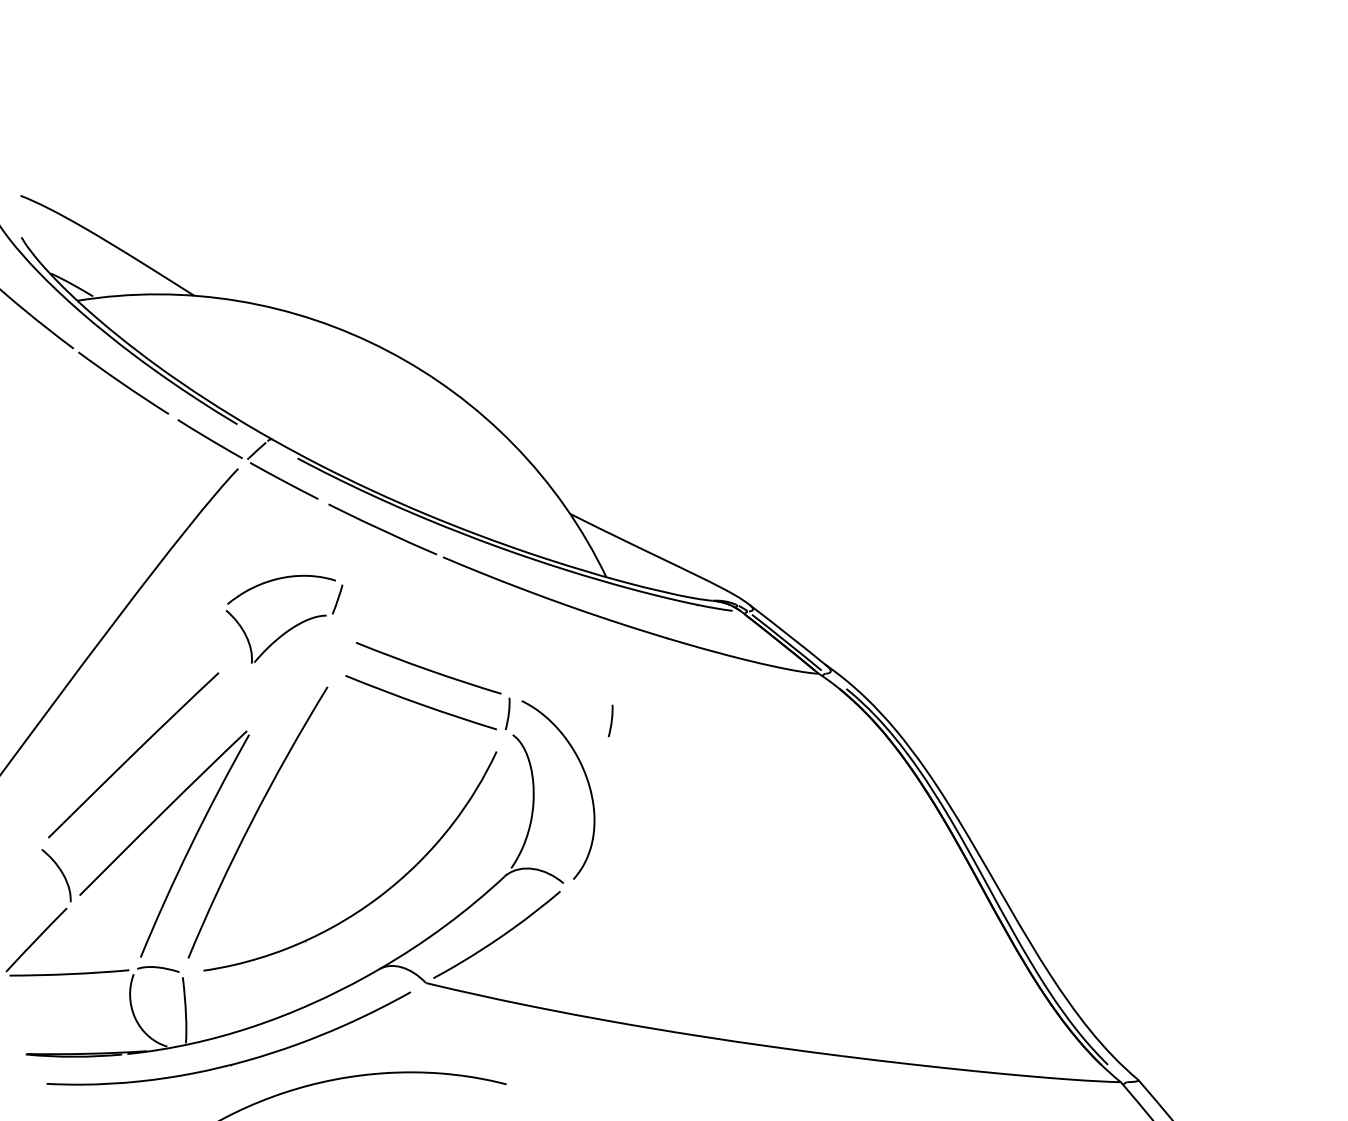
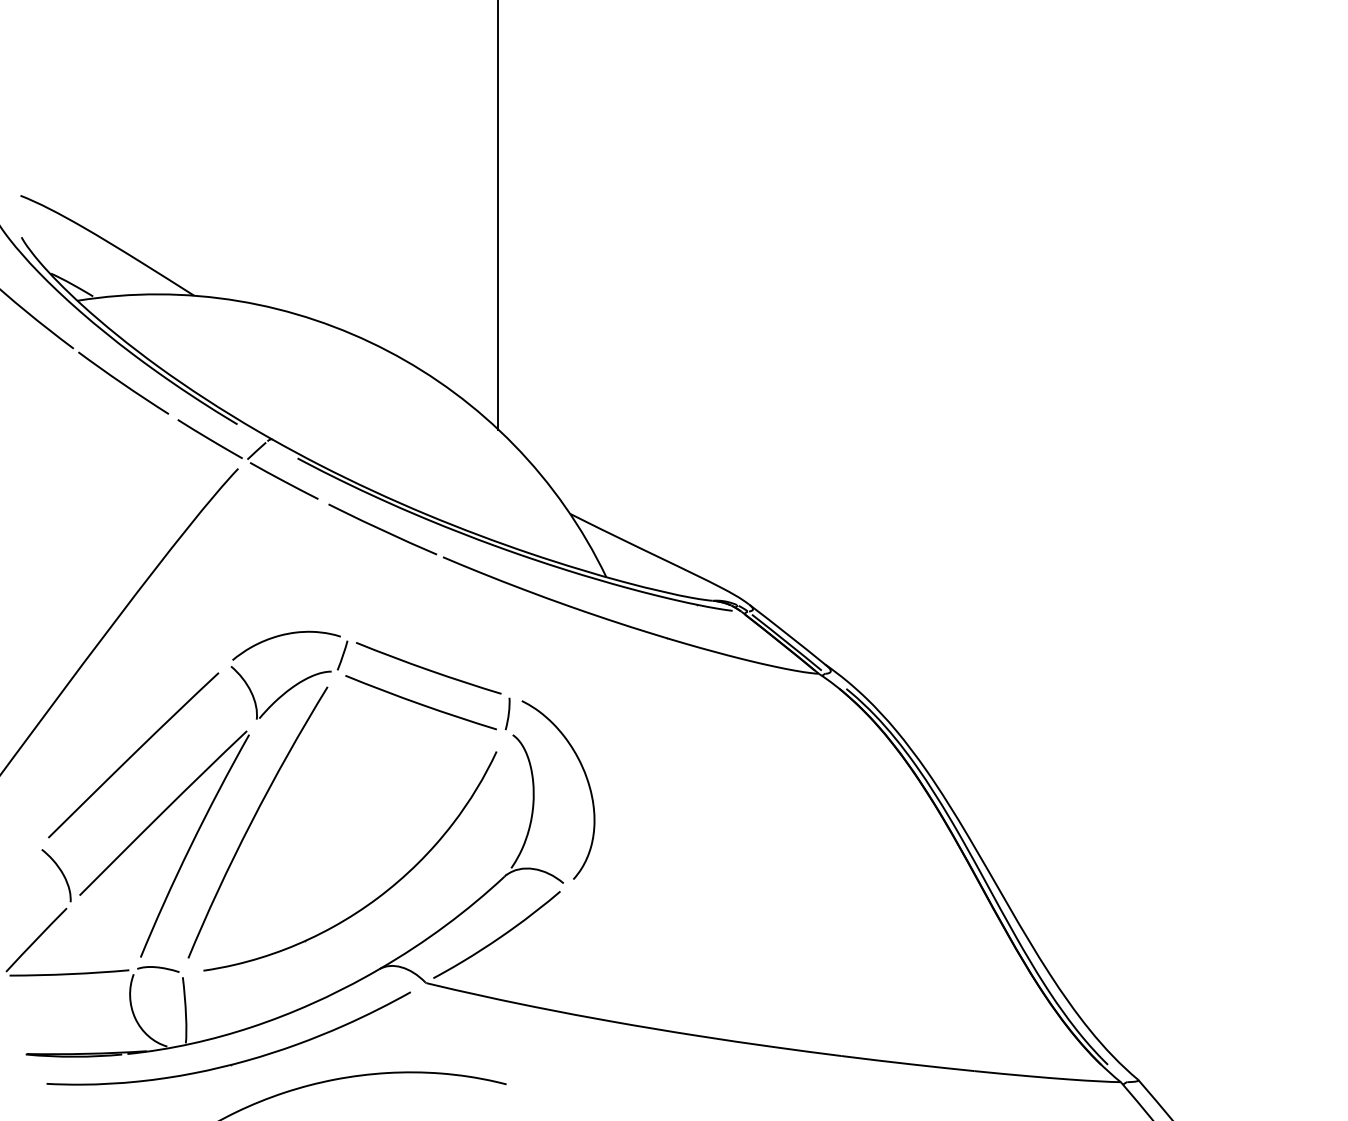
line at (498, 215): none -> present
part at (289, 628) position: (289, 628) -> (294, 684)
curve at (611, 720): present -> none
